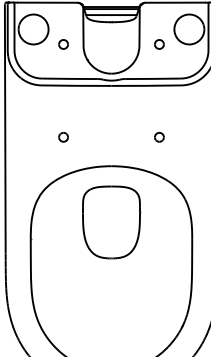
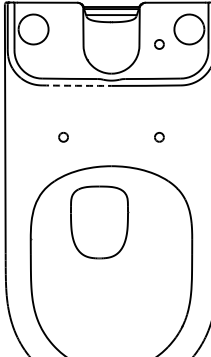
part at (63, 44): present -> none
arc at (76, 85): solid -> dashed
part at (111, 222) position: (111, 222) -> (99, 222)
